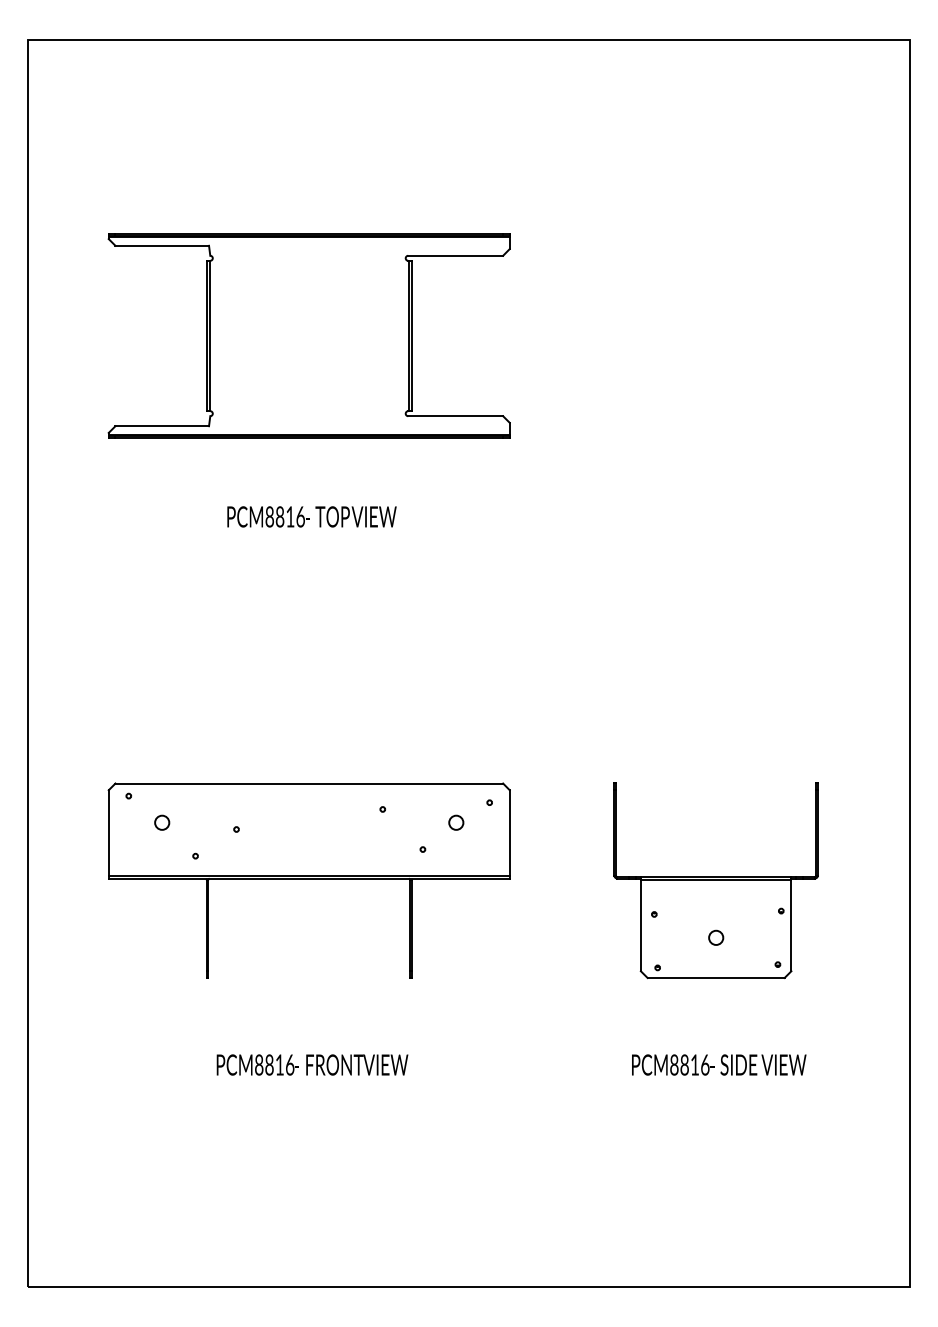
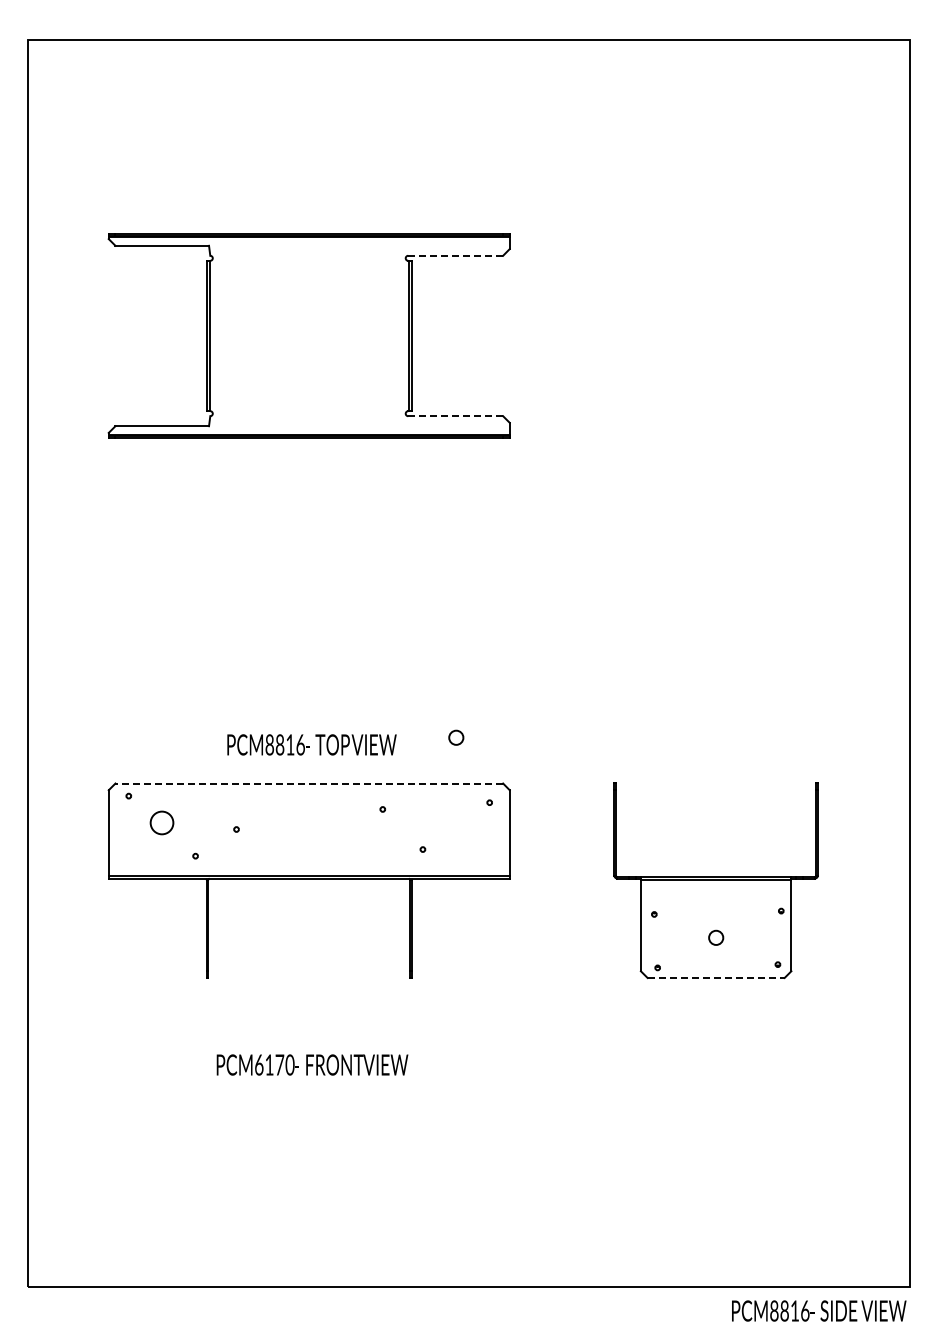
line at (456, 255): solid -> dashed
line at (455, 416): solid -> dashed
text at (311, 516) position: (311, 516) -> (311, 744)
line at (309, 783): solid -> dashed
circle at (162, 822) size: 17x17 px -> 26x26 px
circle at (456, 822) position: (456, 822) -> (456, 737)
line at (716, 977): solid -> dashed
text at (274, 1064): PCM8816 -> PCM6170
text at (719, 1064) position: (719, 1064) -> (819, 1310)
